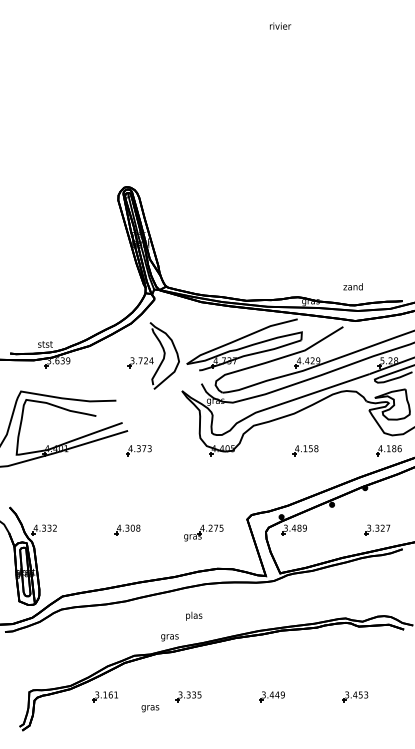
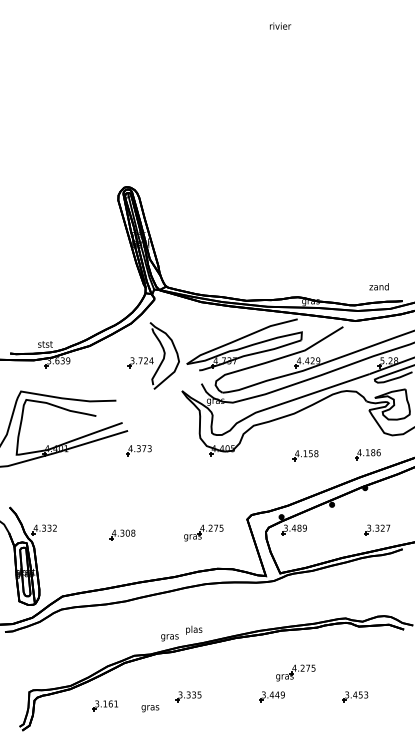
text at (352, 286) position: (352, 286) -> (378, 286)
part at (305, 450) position: (305, 450) -> (305, 455)
part at (388, 450) position: (388, 450) -> (367, 454)
part at (127, 529) position: (127, 529) -> (122, 534)
text at (194, 615) position: (194, 615) -> (194, 629)
part at (295, 672): none -> present
part at (104, 696) position: (104, 696) -> (104, 705)
